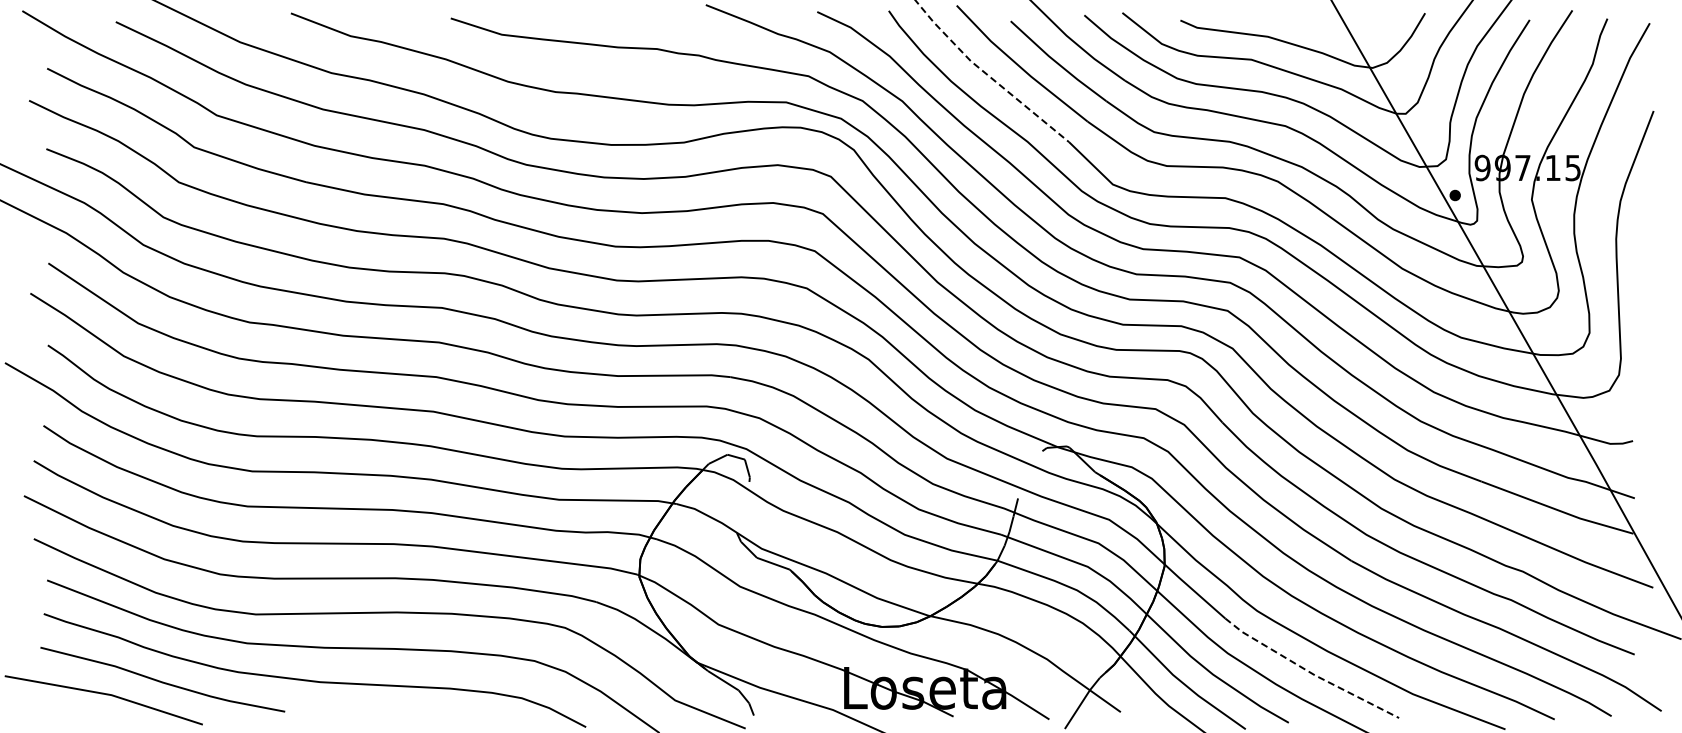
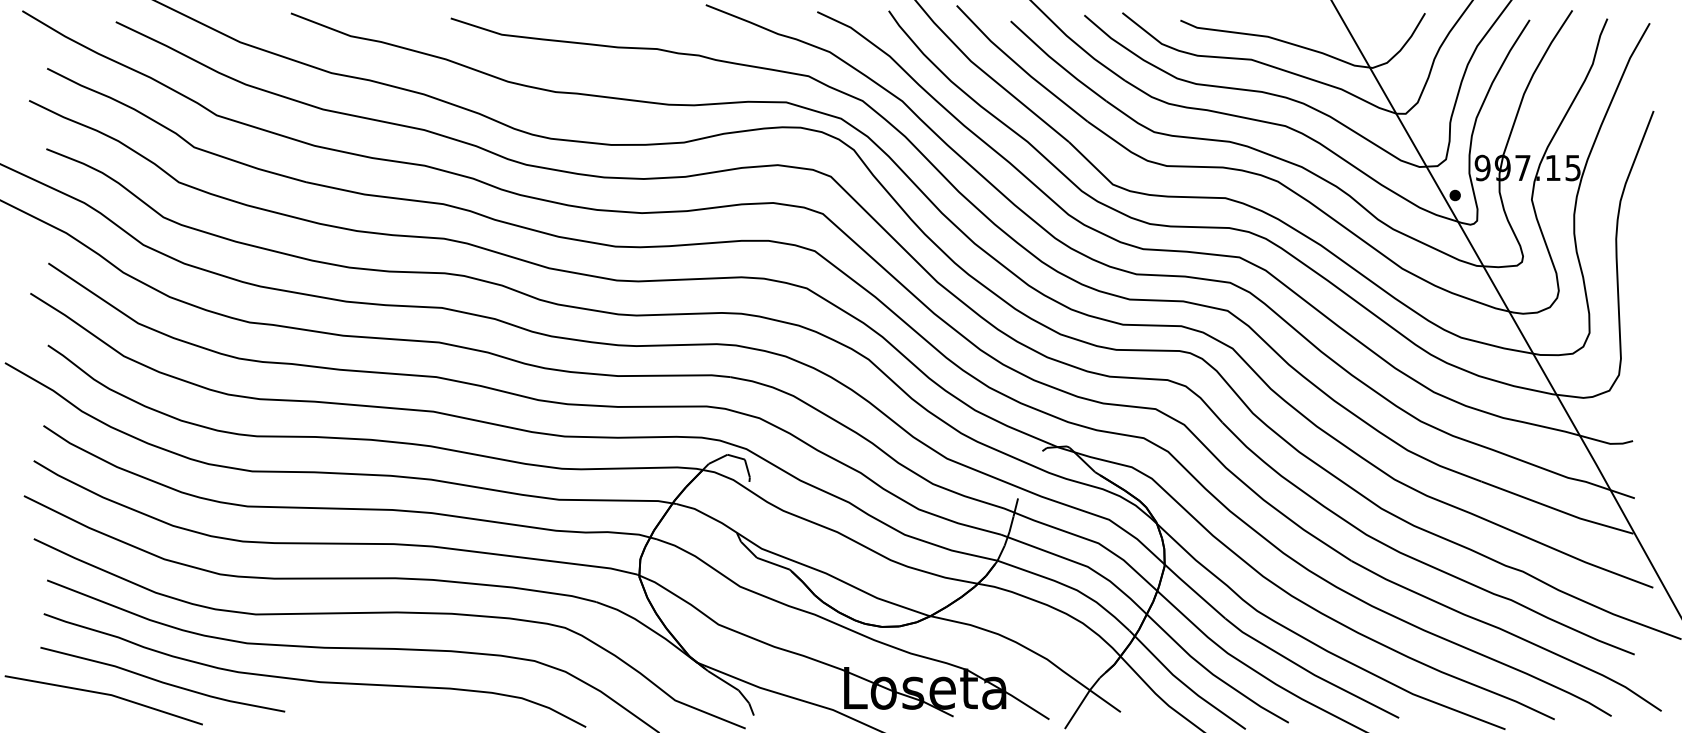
line at (987, 75): dashed -> solid
line at (1309, 672): dashed -> solid
